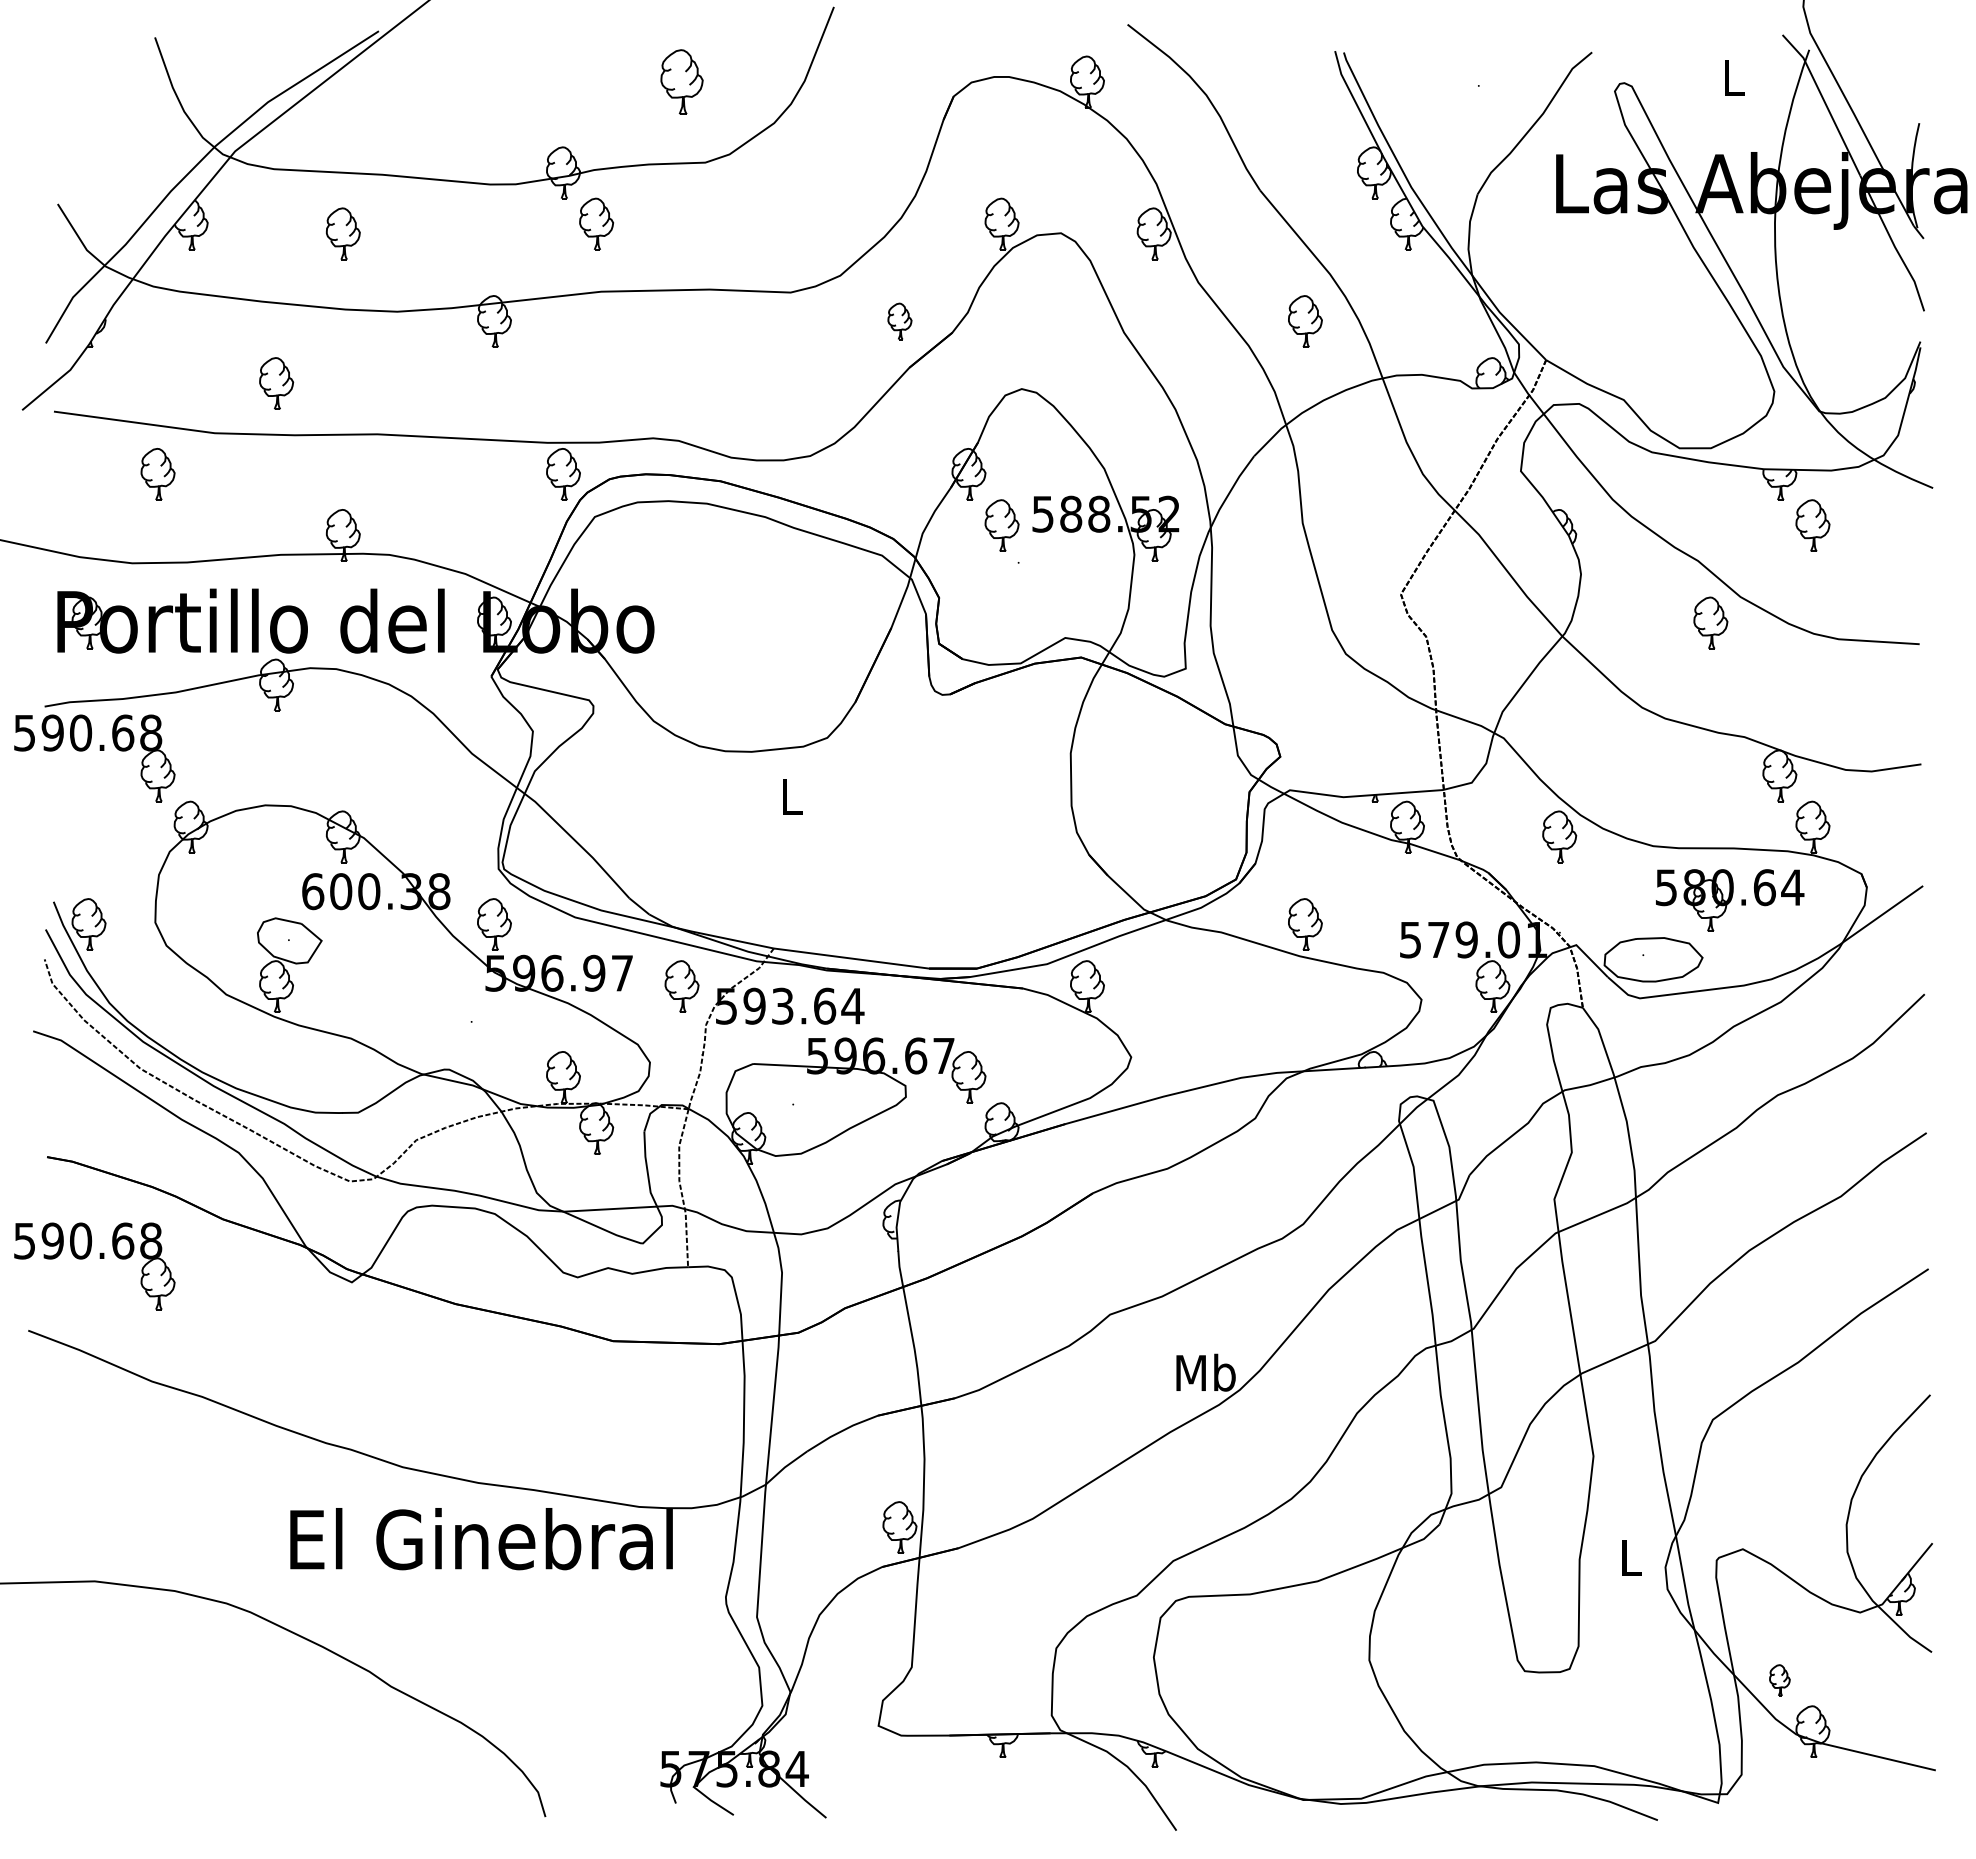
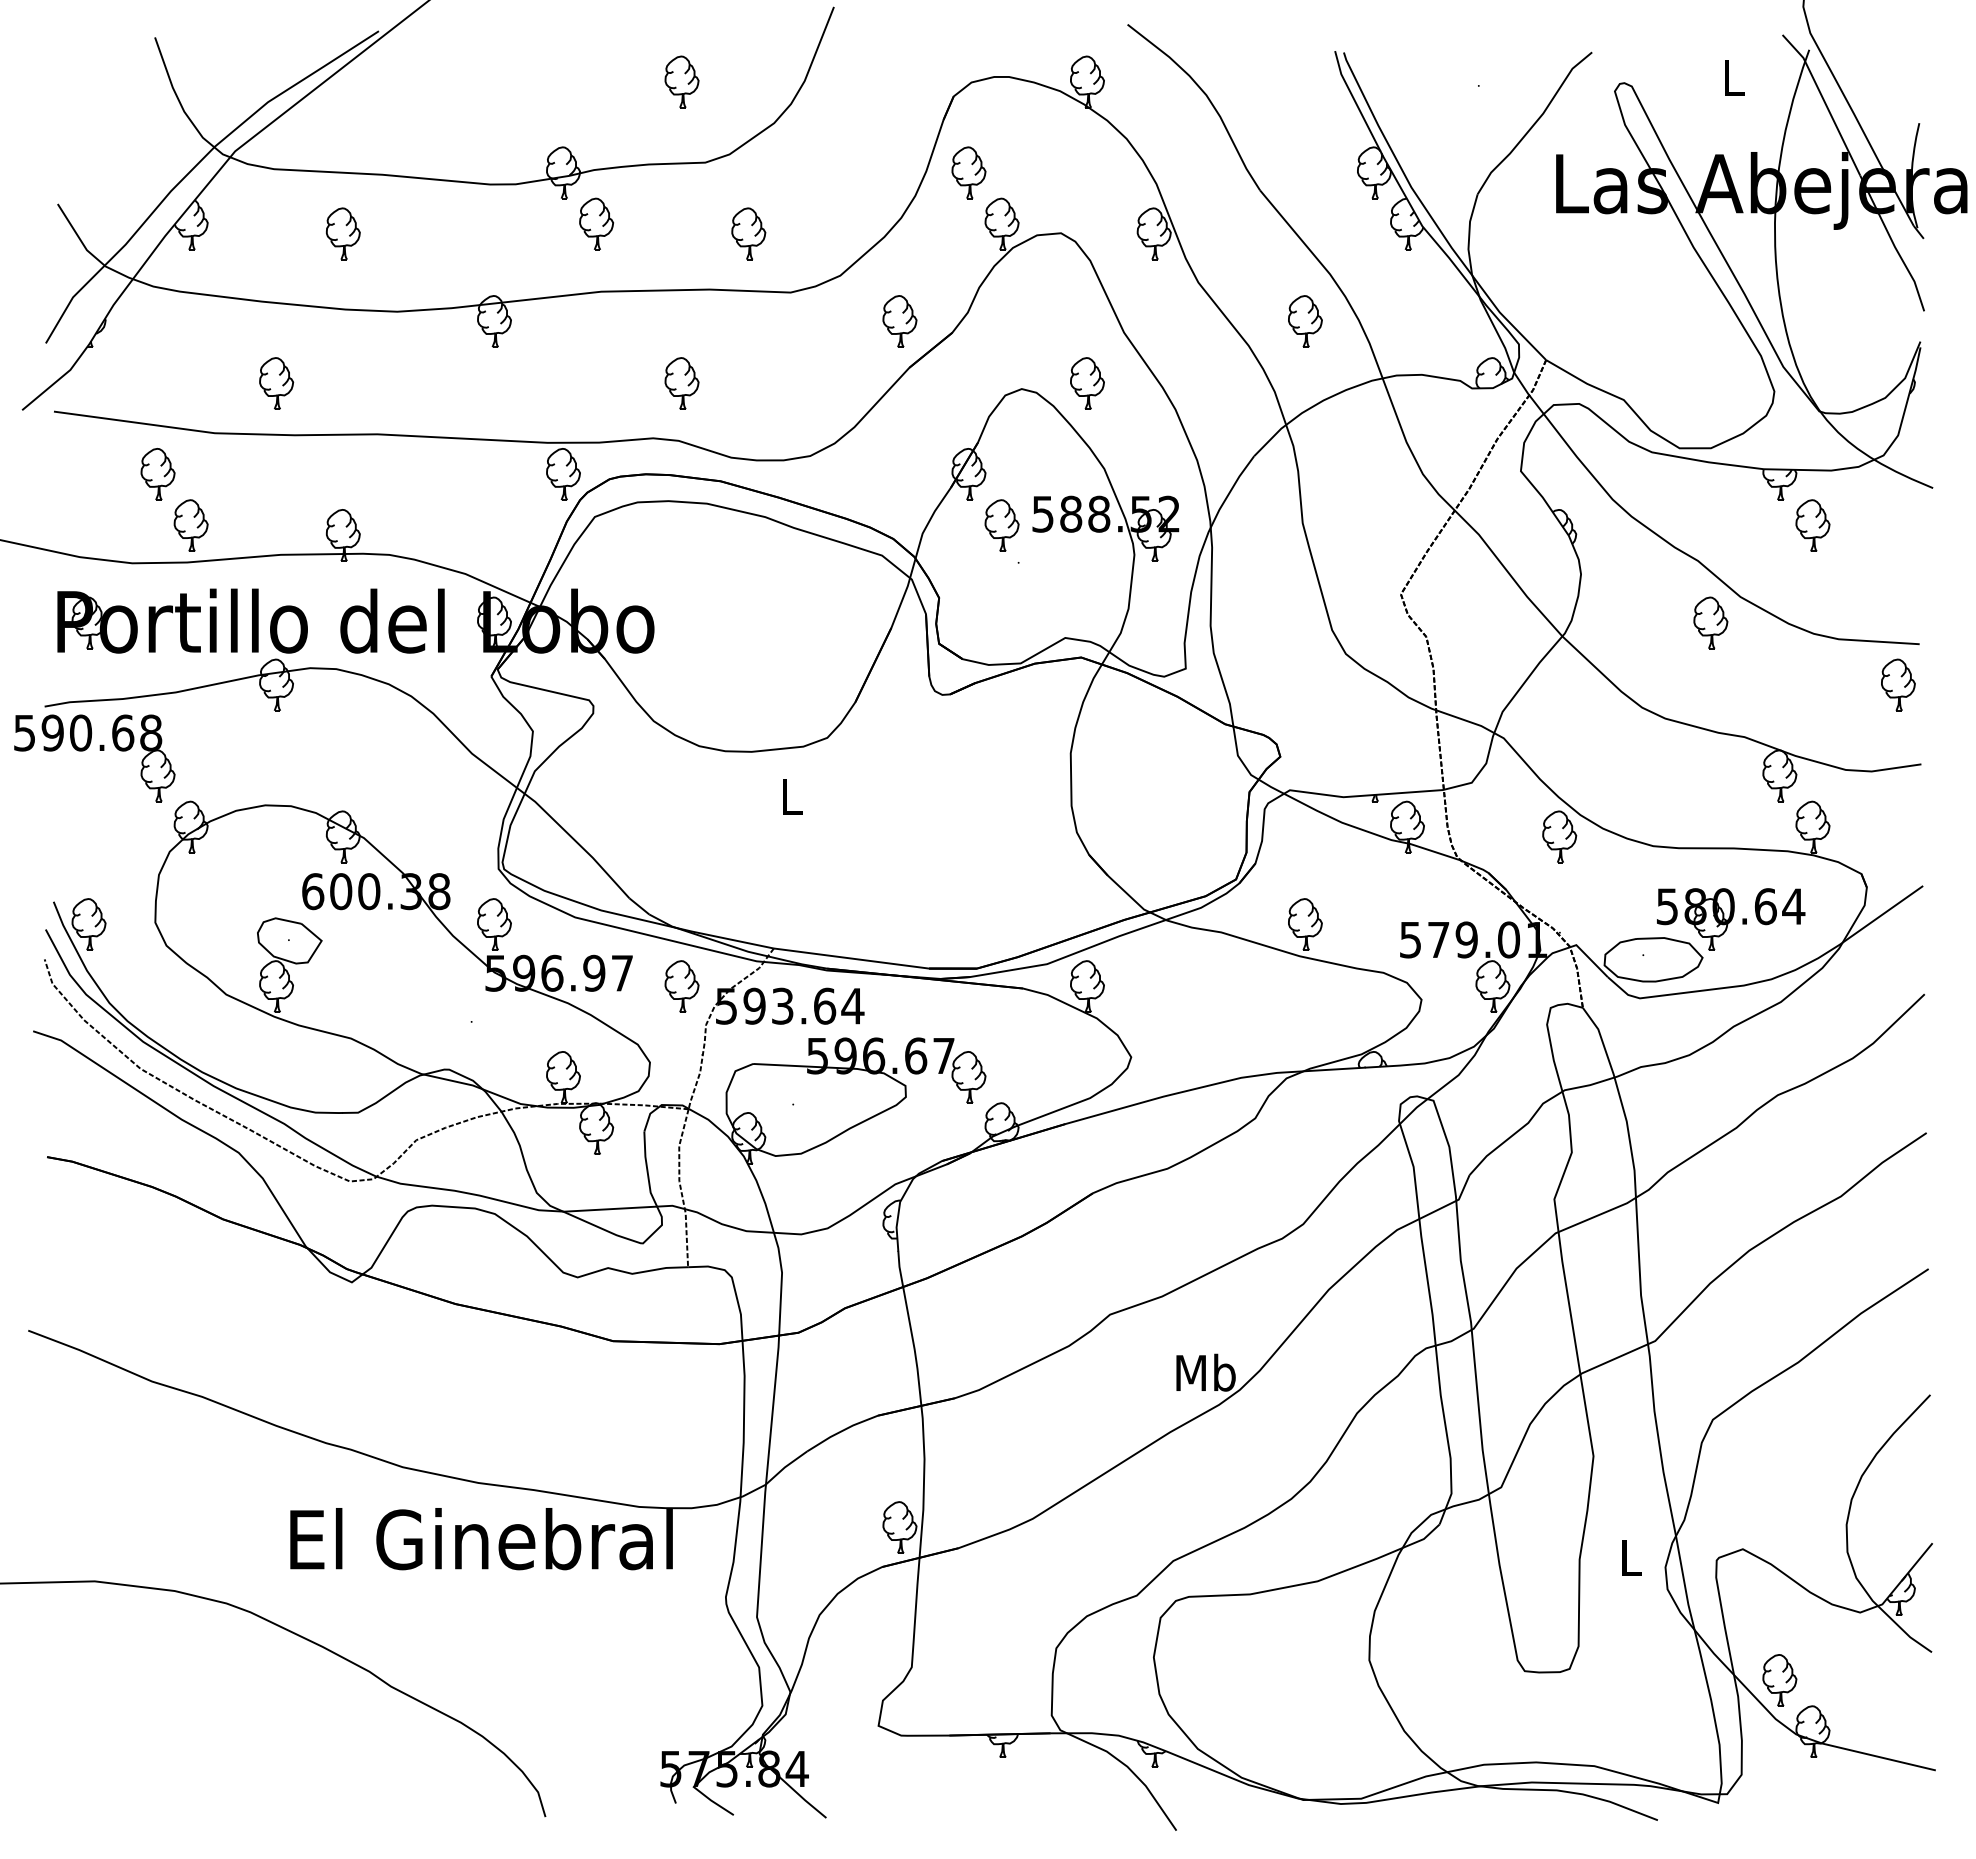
part at (681, 81) size: 44x66 px -> 36x54 px
part at (968, 172): none -> present
part at (748, 233): none -> present
part at (899, 321) size: 26x39 px -> 36x53 px
part at (681, 383): none -> present
part at (1087, 383): none -> present
part at (190, 525): none -> present
part at (1898, 684): none -> present
part at (1730, 900) position: (1730, 900) -> (1731, 919)
part at (99, 1258): present -> none
part at (1779, 1680) size: 22x33 px -> 36x53 px
